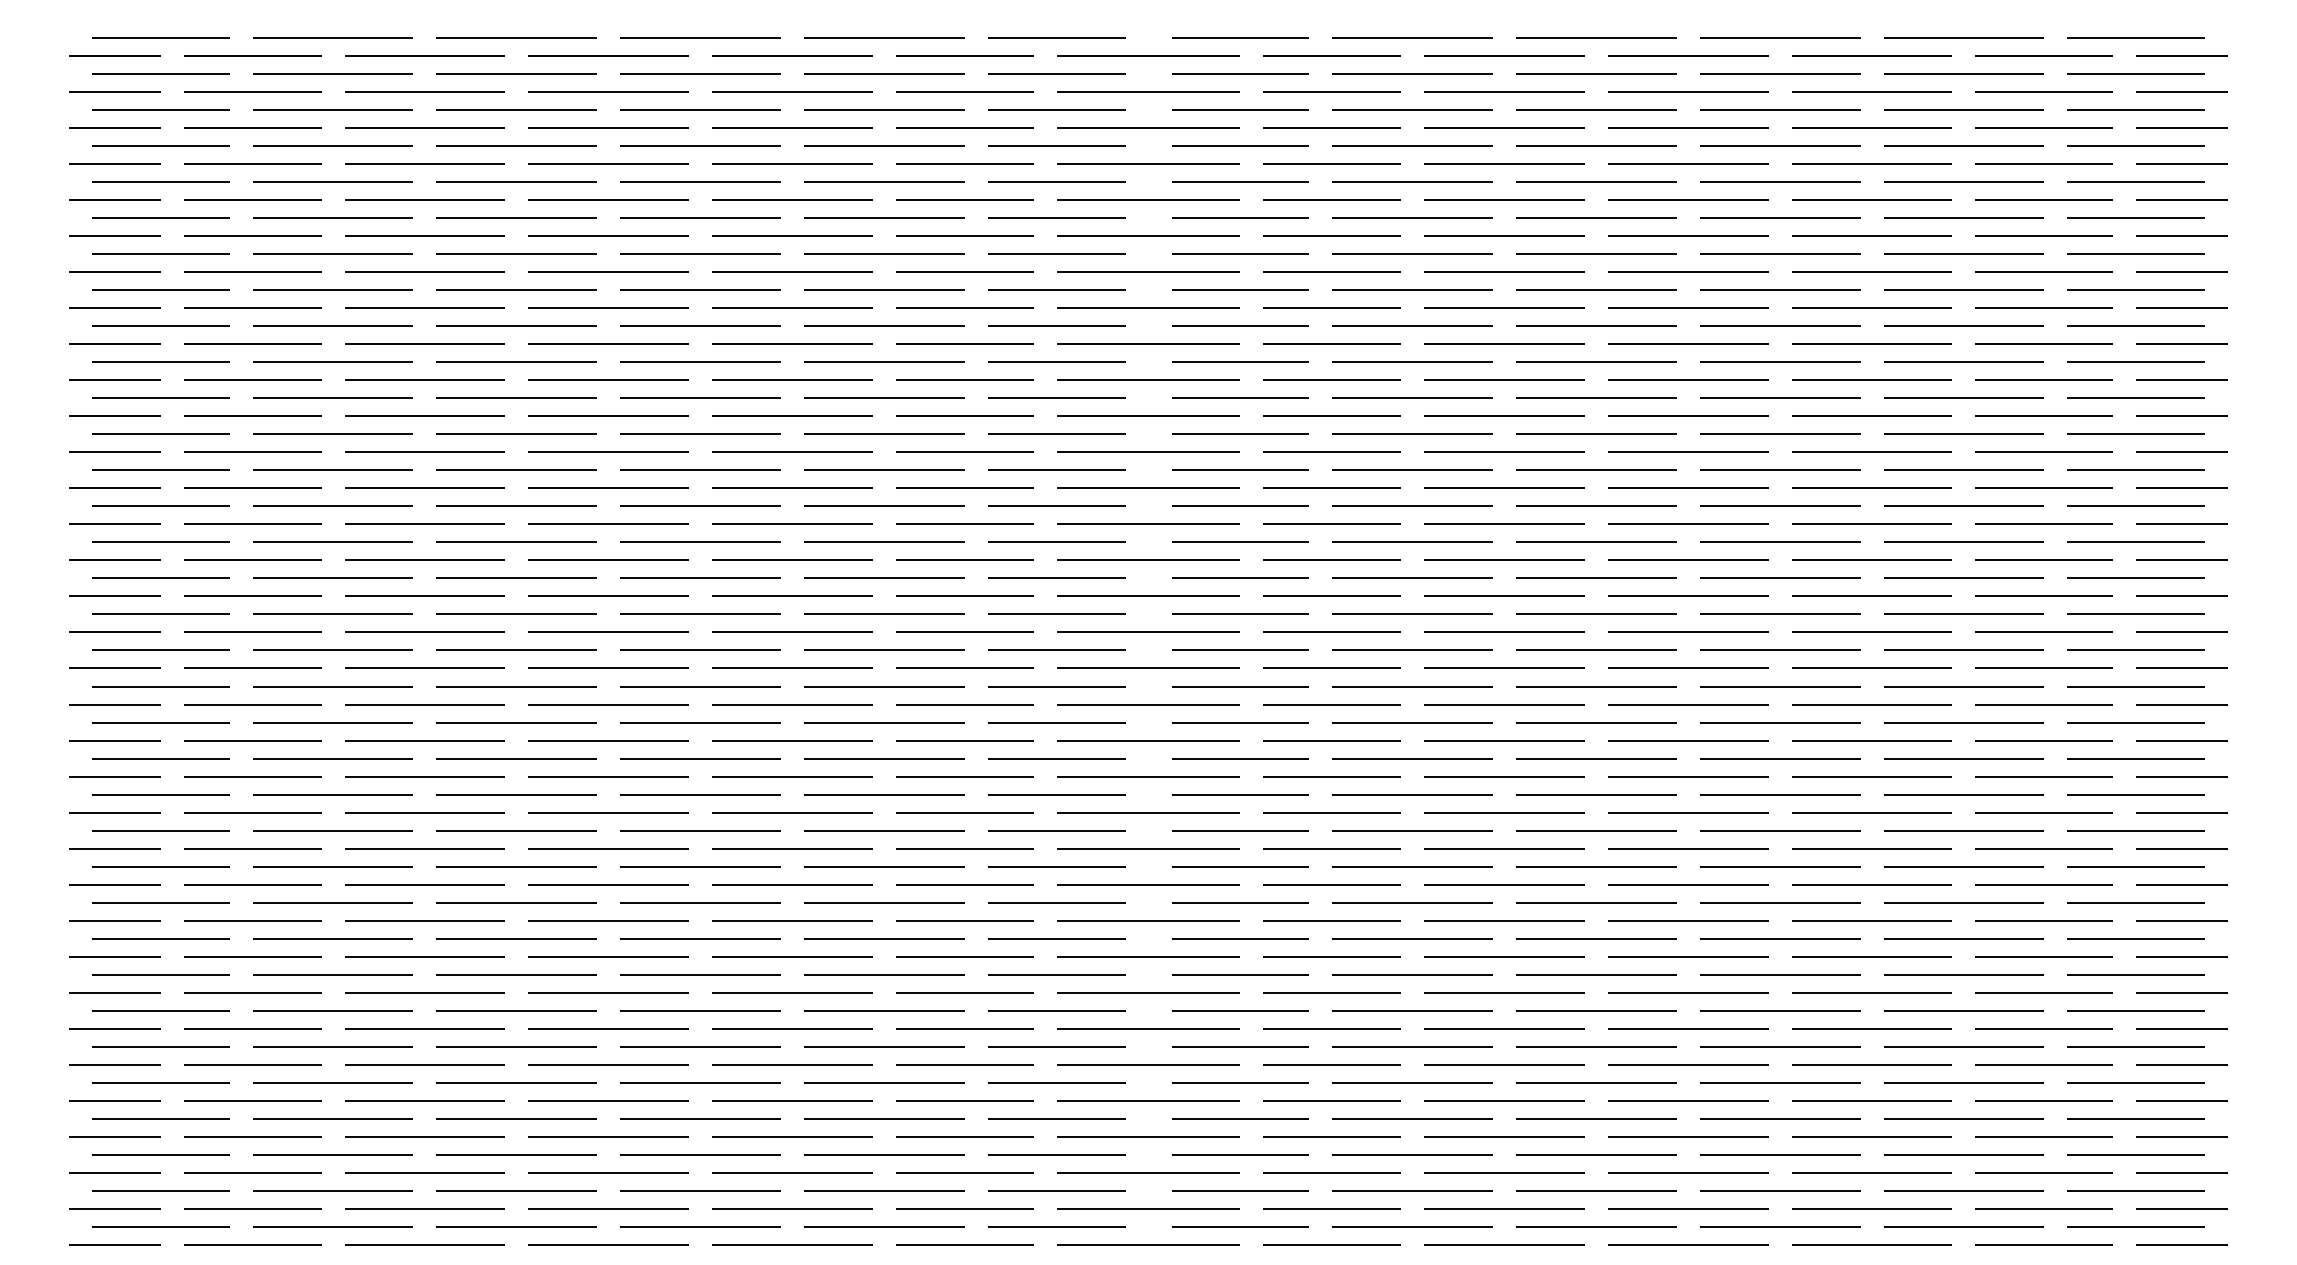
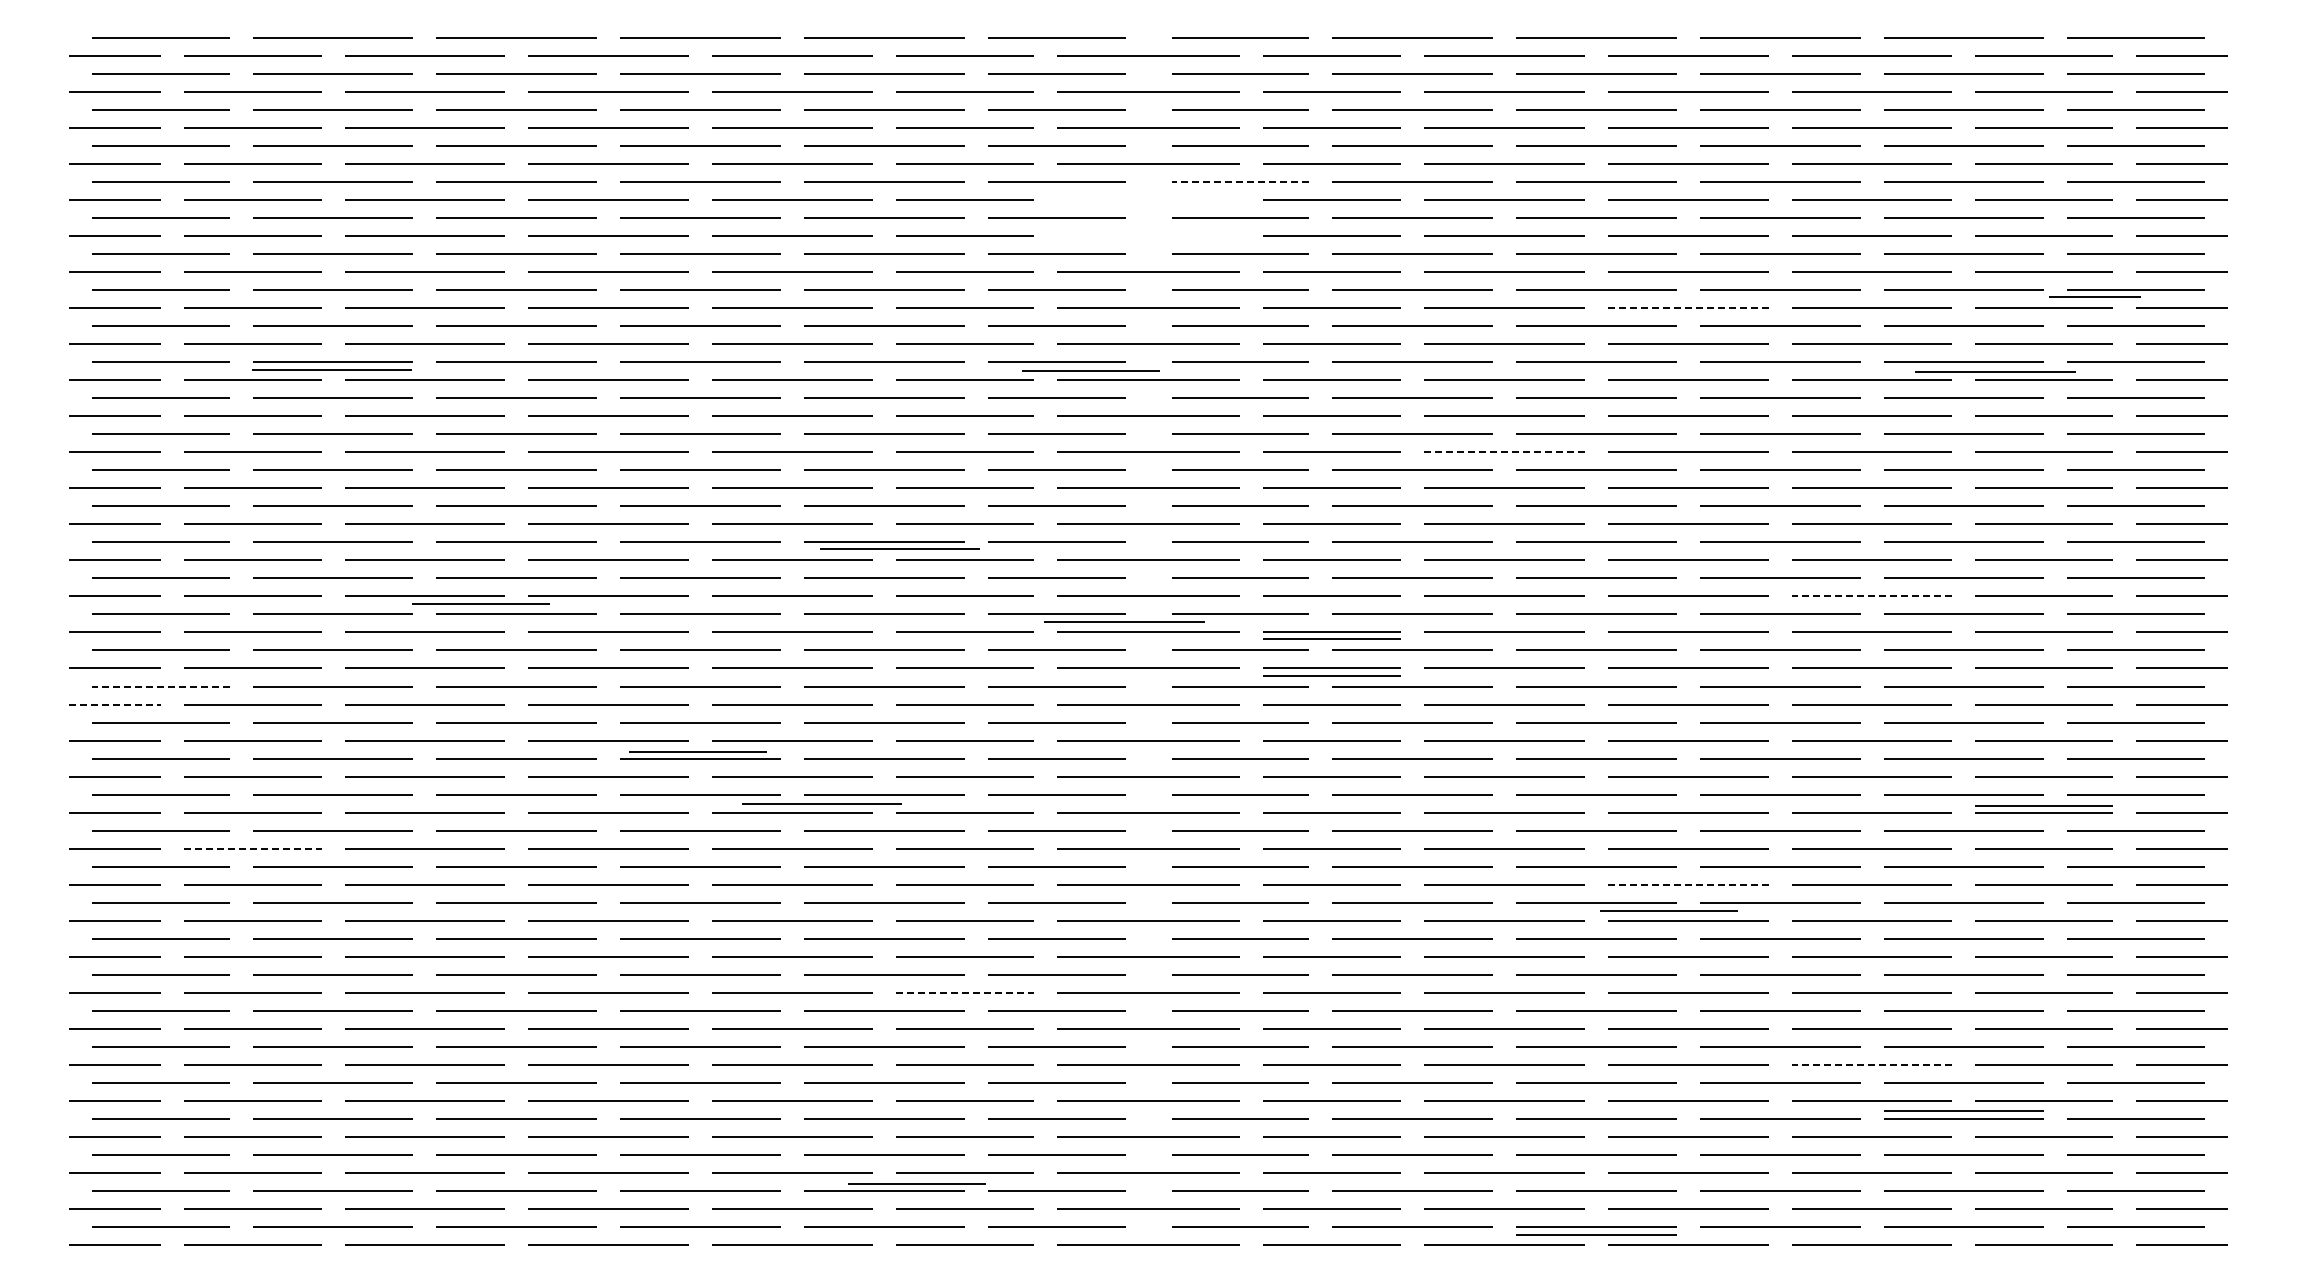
line at (1240, 181): solid -> dashed
line at (1148, 199): present -> none
line at (1148, 235): present -> none
line at (2094, 296): none -> present
line at (1687, 308): solid -> dashed
line at (331, 369): none -> present
line at (1090, 370): none -> present
line at (1995, 371): none -> present
line at (1504, 452): solid -> dashed
line at (899, 548): none -> present
line at (1871, 596): solid -> dashed
line at (480, 603): none -> present
line at (1124, 621): none -> present
line at (1331, 638): none -> present
line at (1331, 675): none -> present
line at (160, 686): solid -> dashed
line at (114, 704): solid -> dashed
line at (697, 751): none -> present
line at (821, 803): none -> present
line at (2043, 805): none -> present
line at (252, 848): solid -> dashed
line at (1687, 884): solid -> dashed
line at (1668, 910): none -> present
line at (964, 992): solid -> dashed
line at (1871, 1065): solid -> dashed
line at (1963, 1110): none -> present
line at (916, 1183): none -> present
line at (1596, 1234): none -> present
